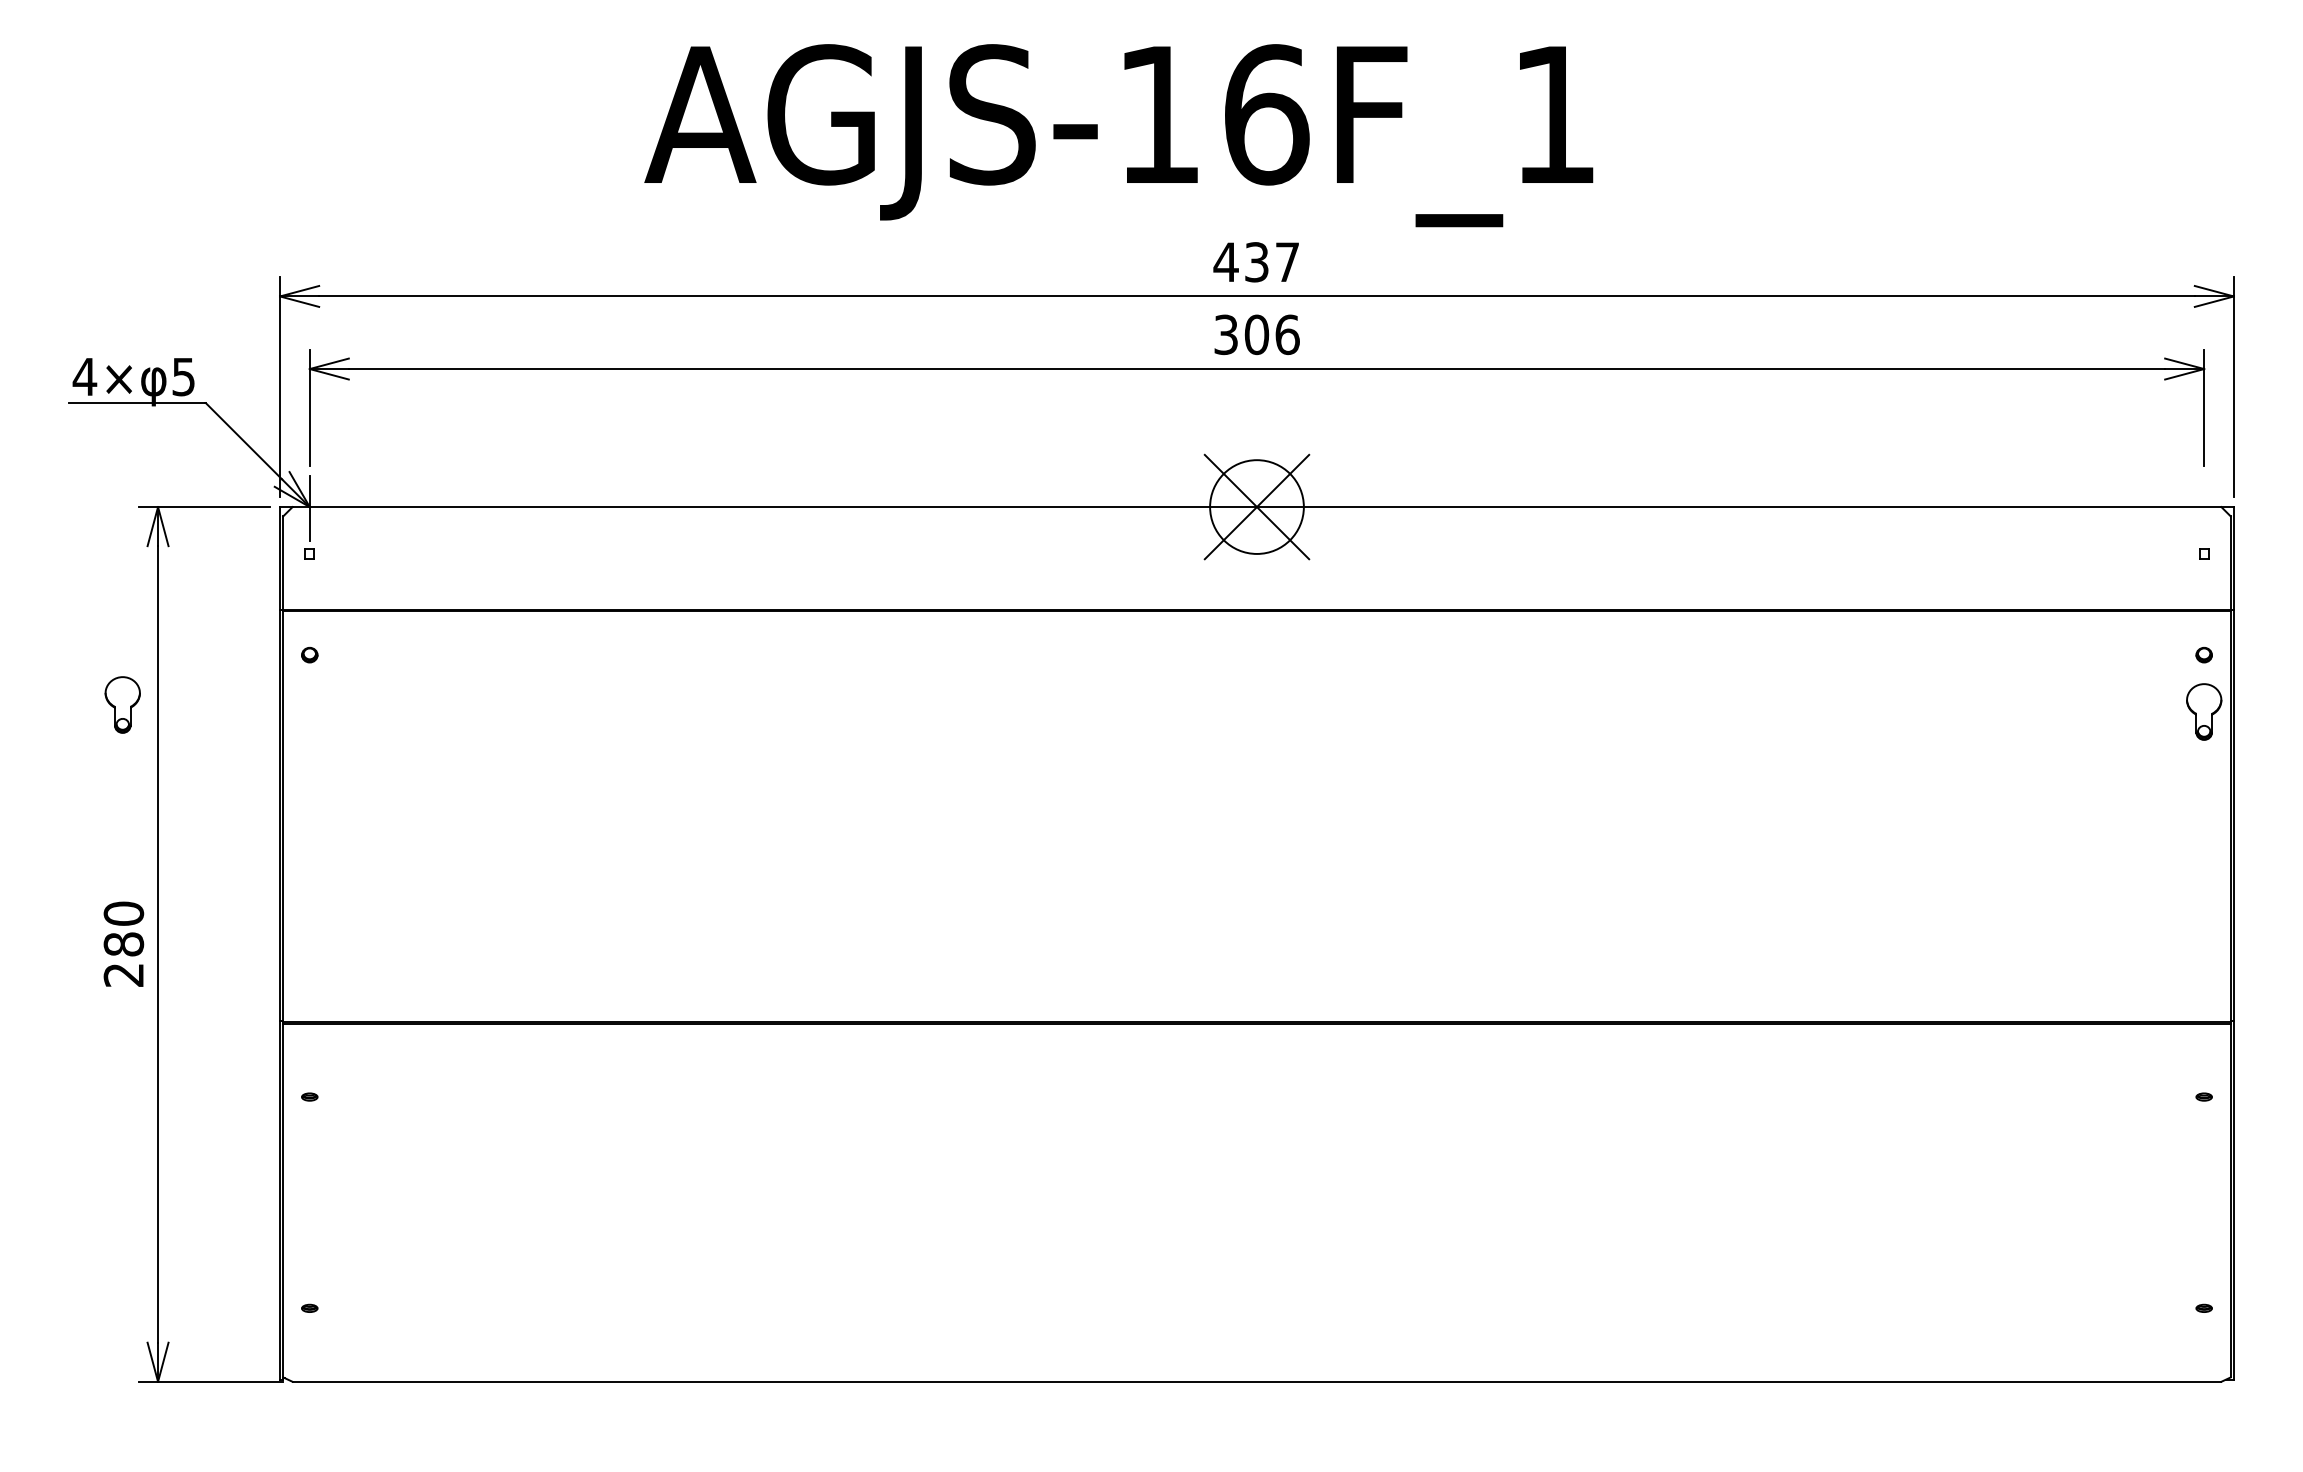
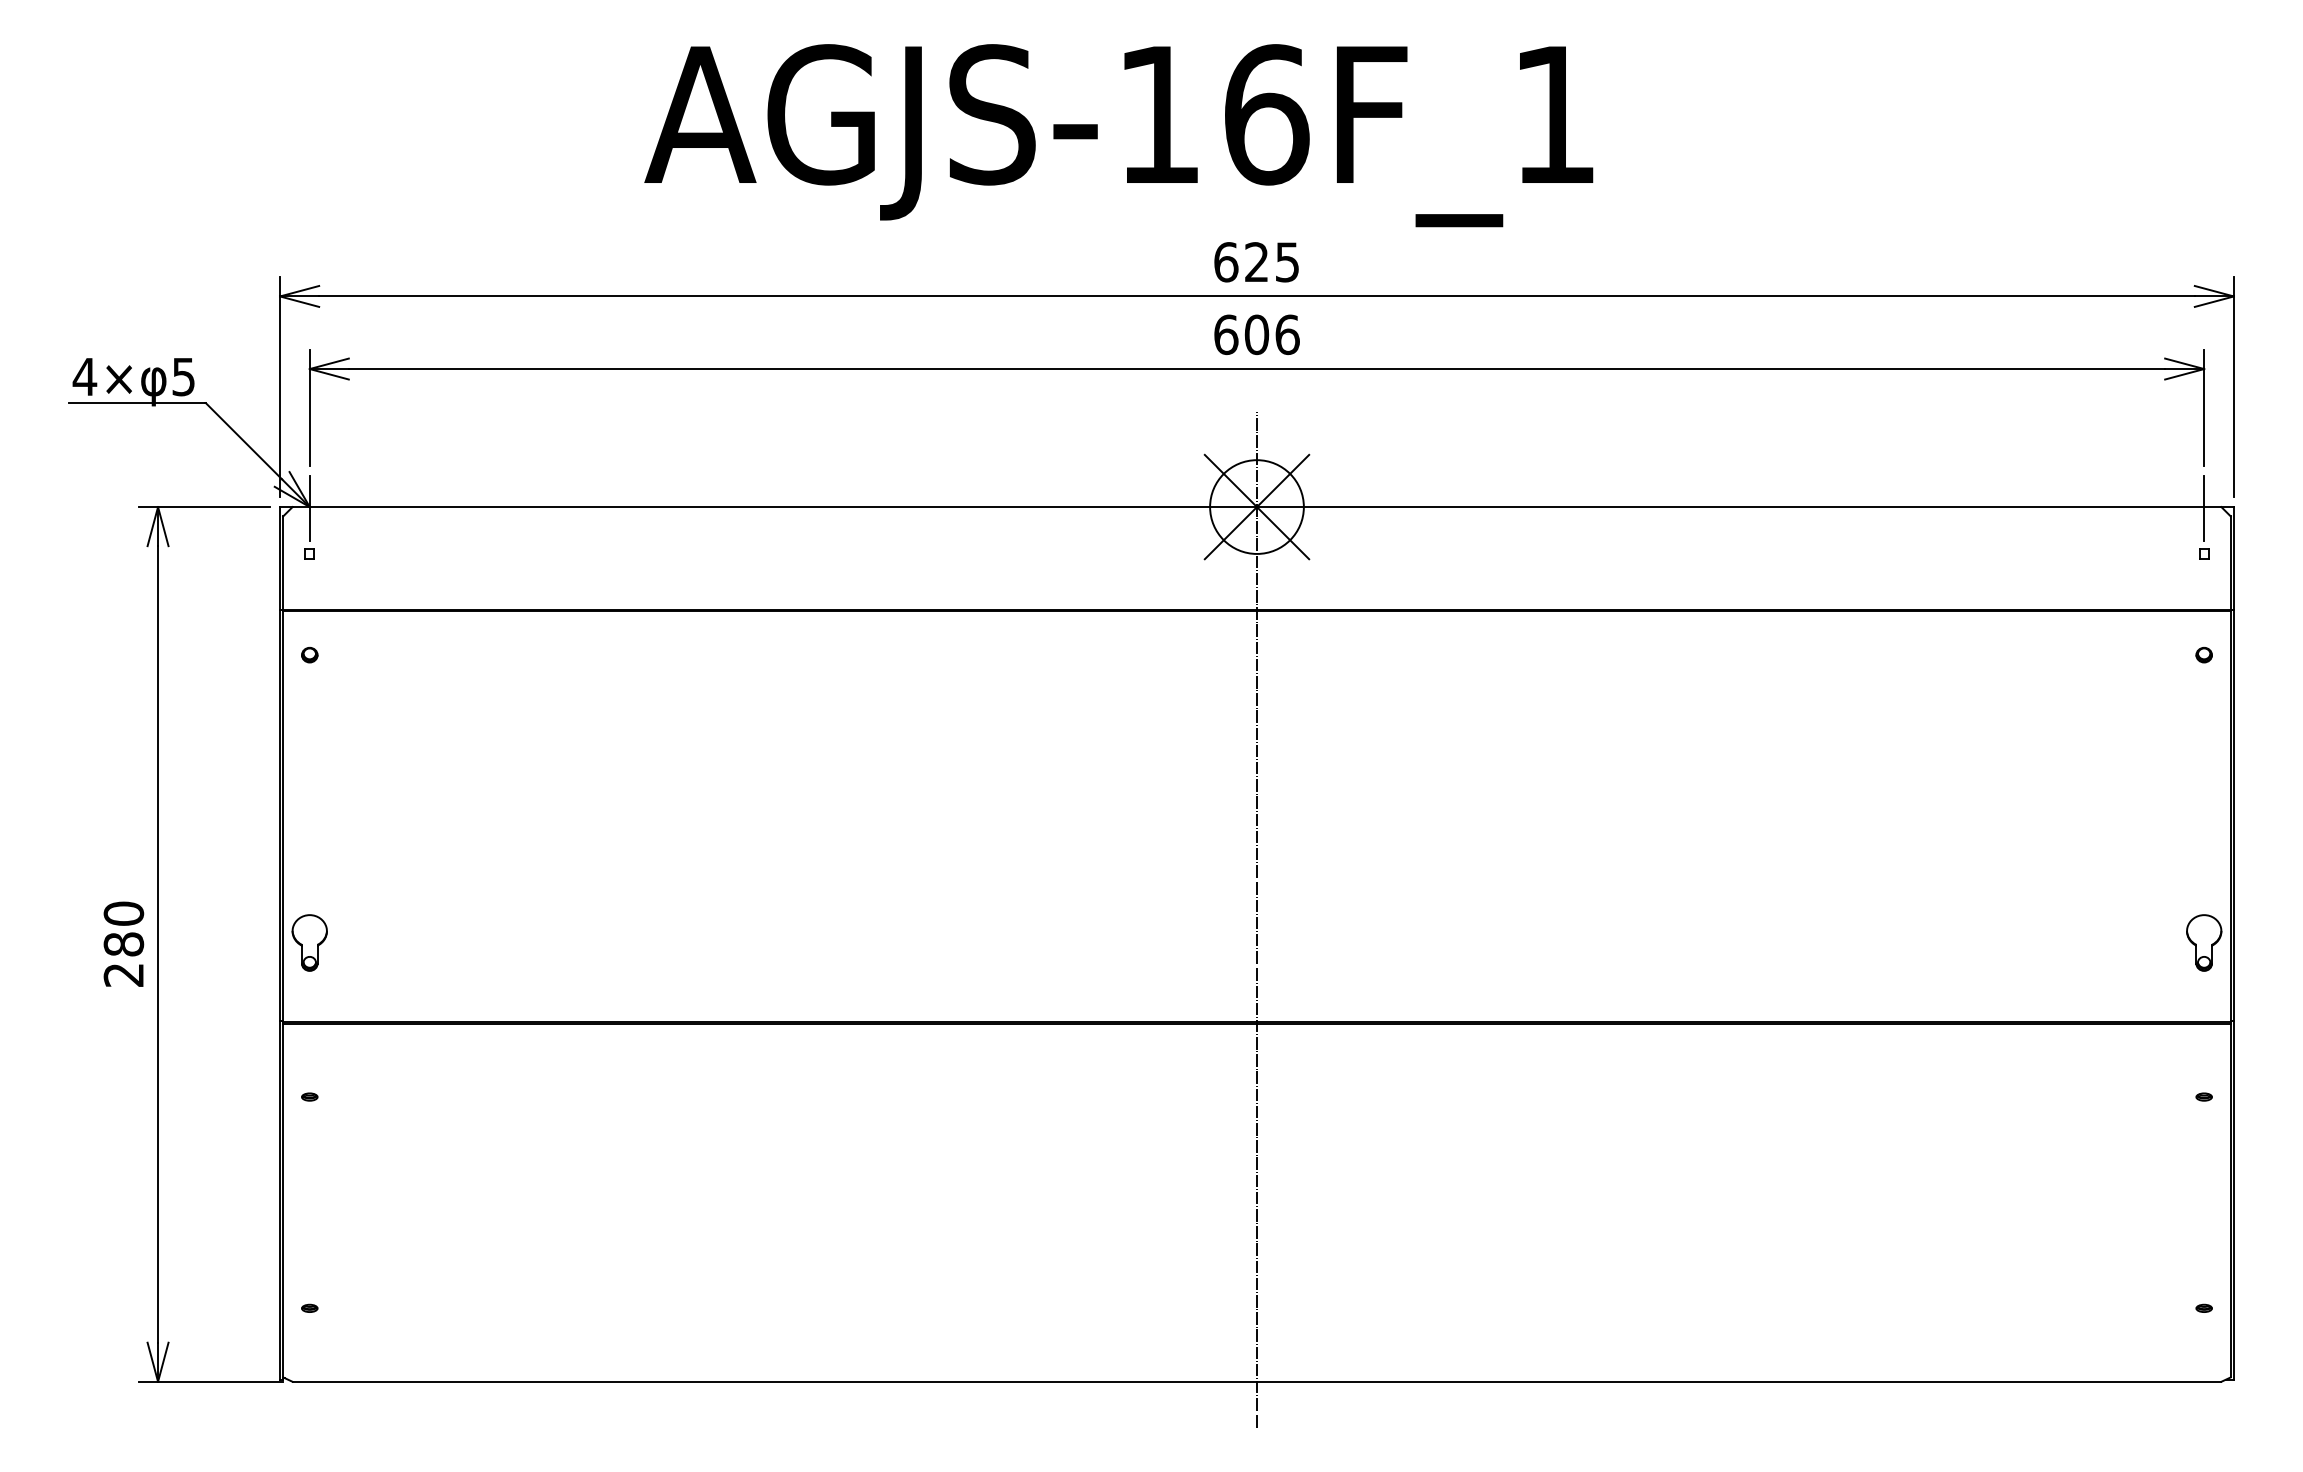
text at (1255, 262): 437 -> 625
text at (1226, 334): 306 -> 606
line at (2204, 507): none -> present
part at (122, 704) position: (122, 704) -> (309, 942)
part at (2204, 711) position: (2204, 711) -> (2204, 942)
line at (1256, 919): none -> present
